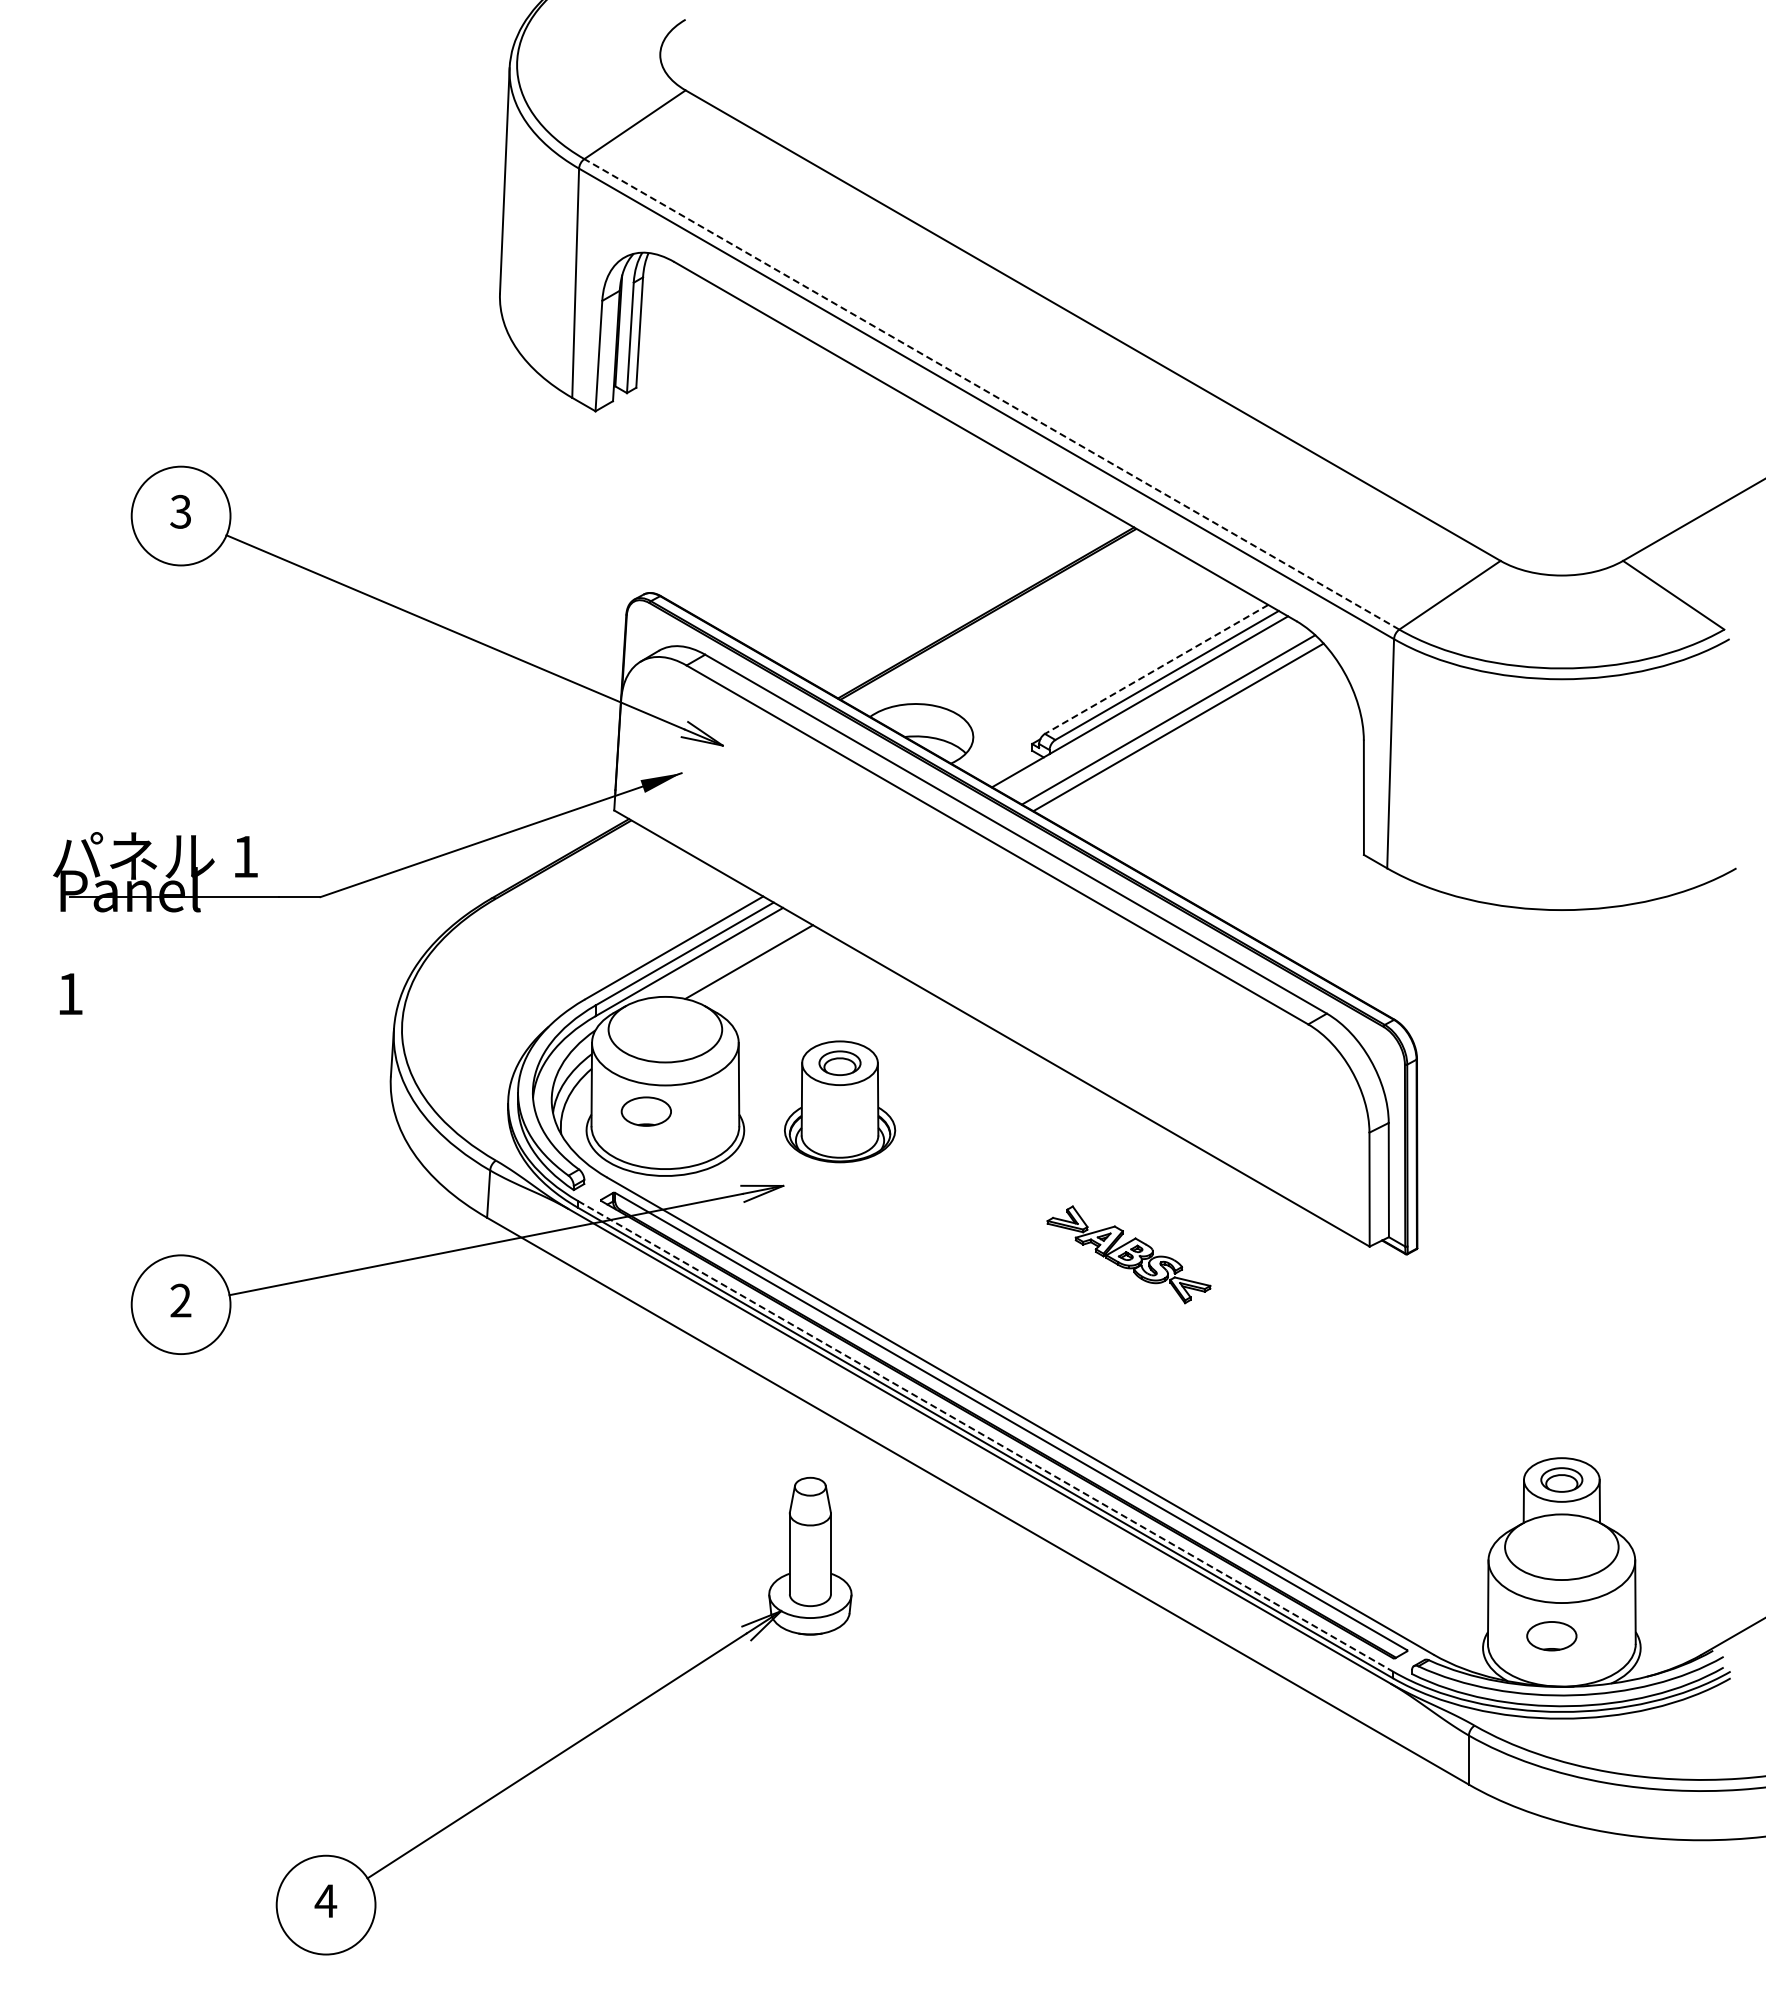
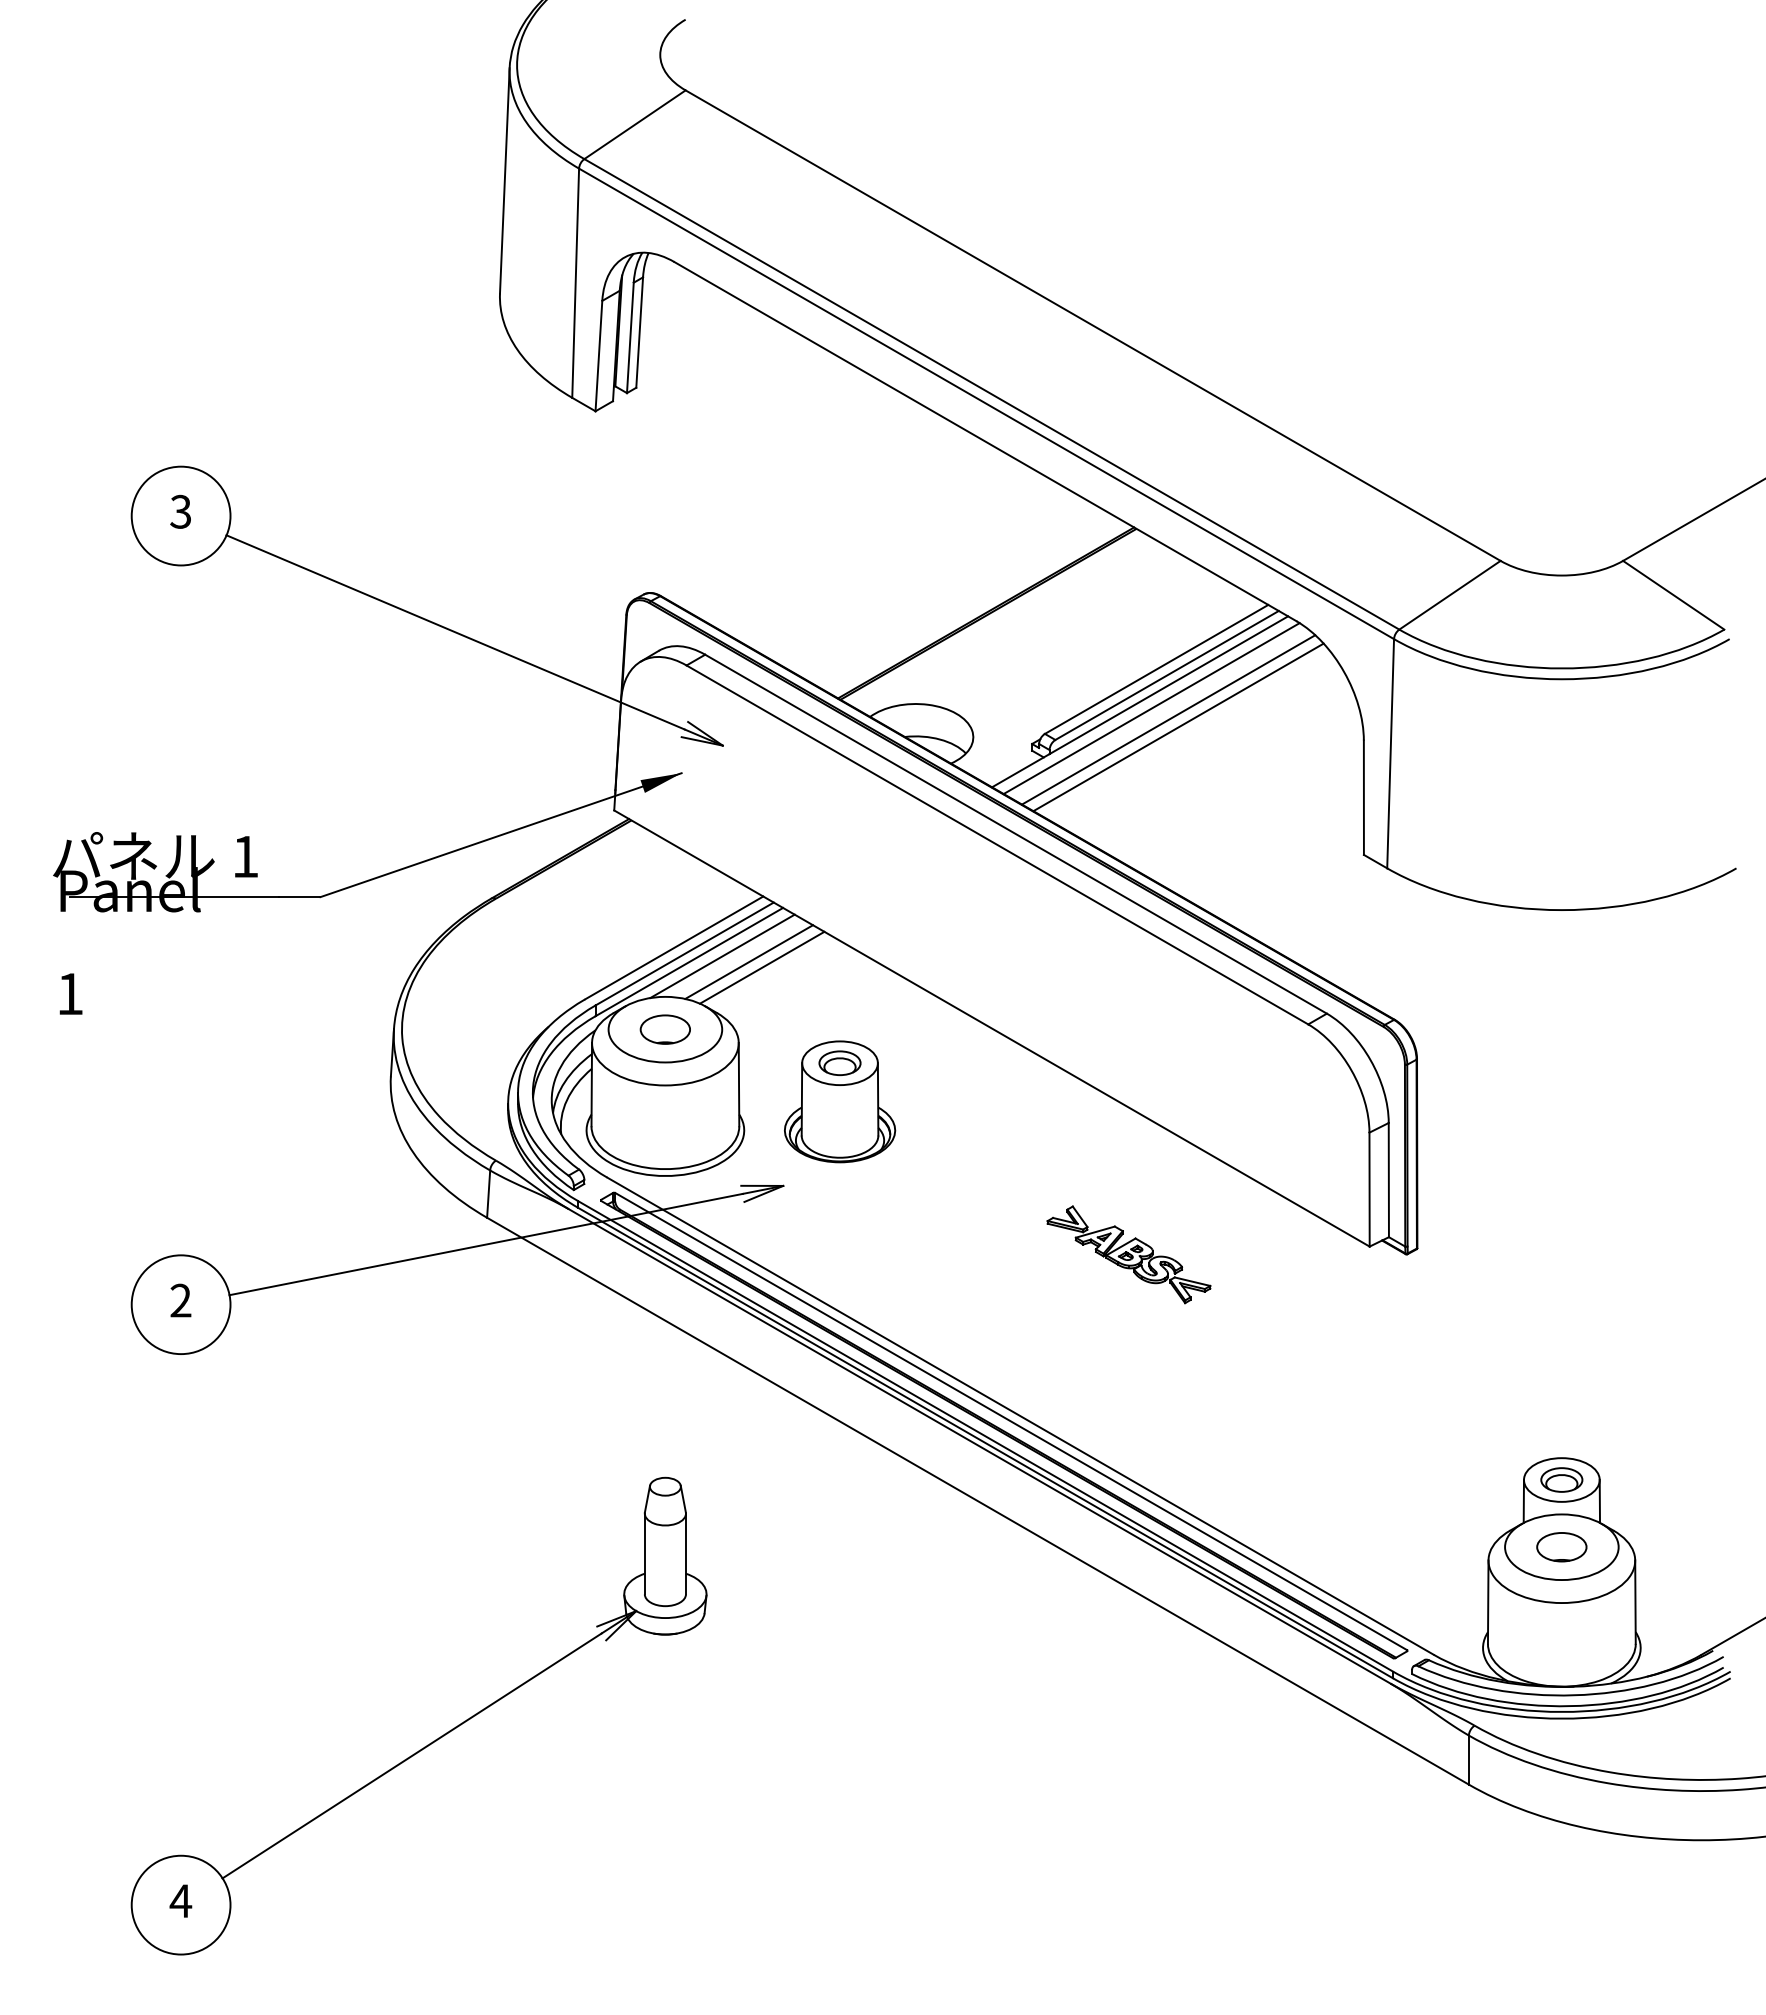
line at (991, 394): dashed -> solid
line at (1156, 669): dashed -> solid
line at (1151, 708): none -> present
line at (722, 956): none -> present
line at (762, 967): none -> present
part at (645, 1111) position: (645, 1111) -> (664, 1029)
line at (985, 1436): dashed -> solid
part at (1551, 1636) position: (1551, 1636) -> (1561, 1547)
part at (580, 1739) position: (580, 1739) -> (435, 1739)
